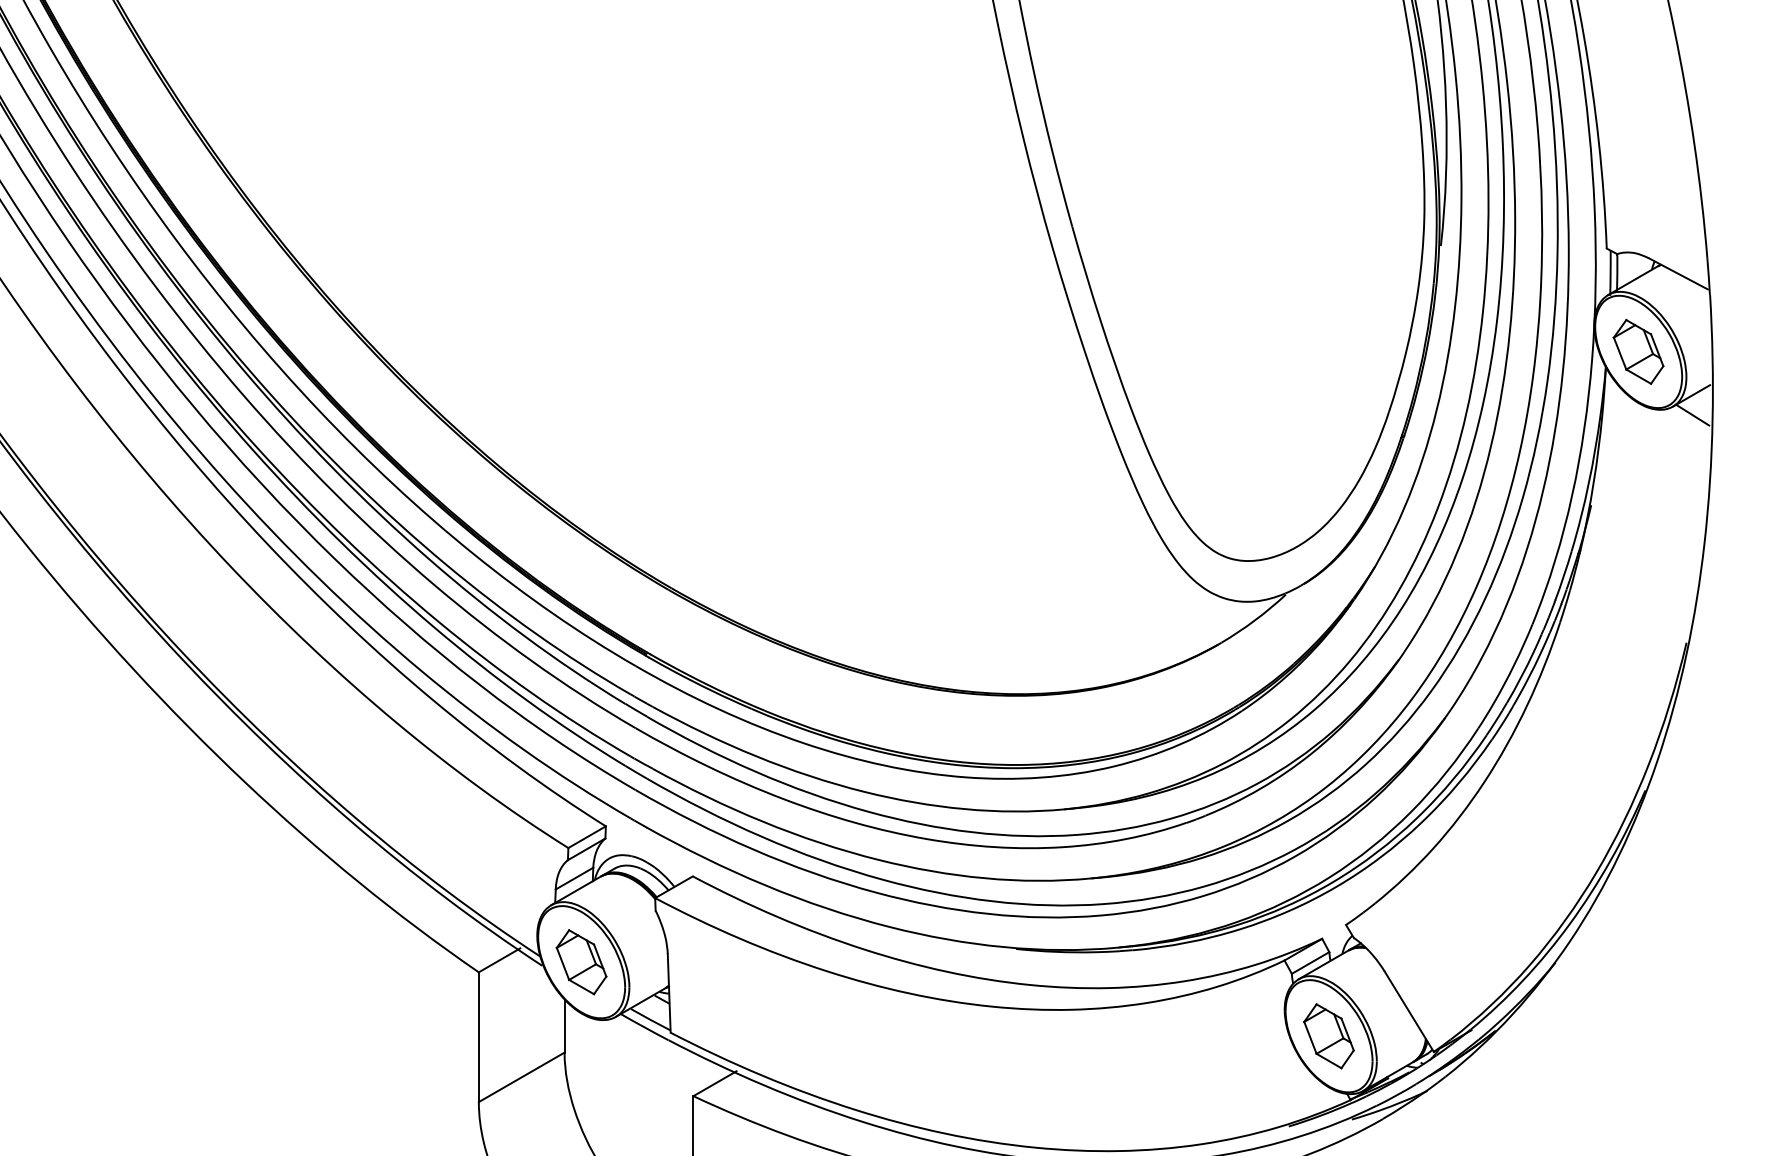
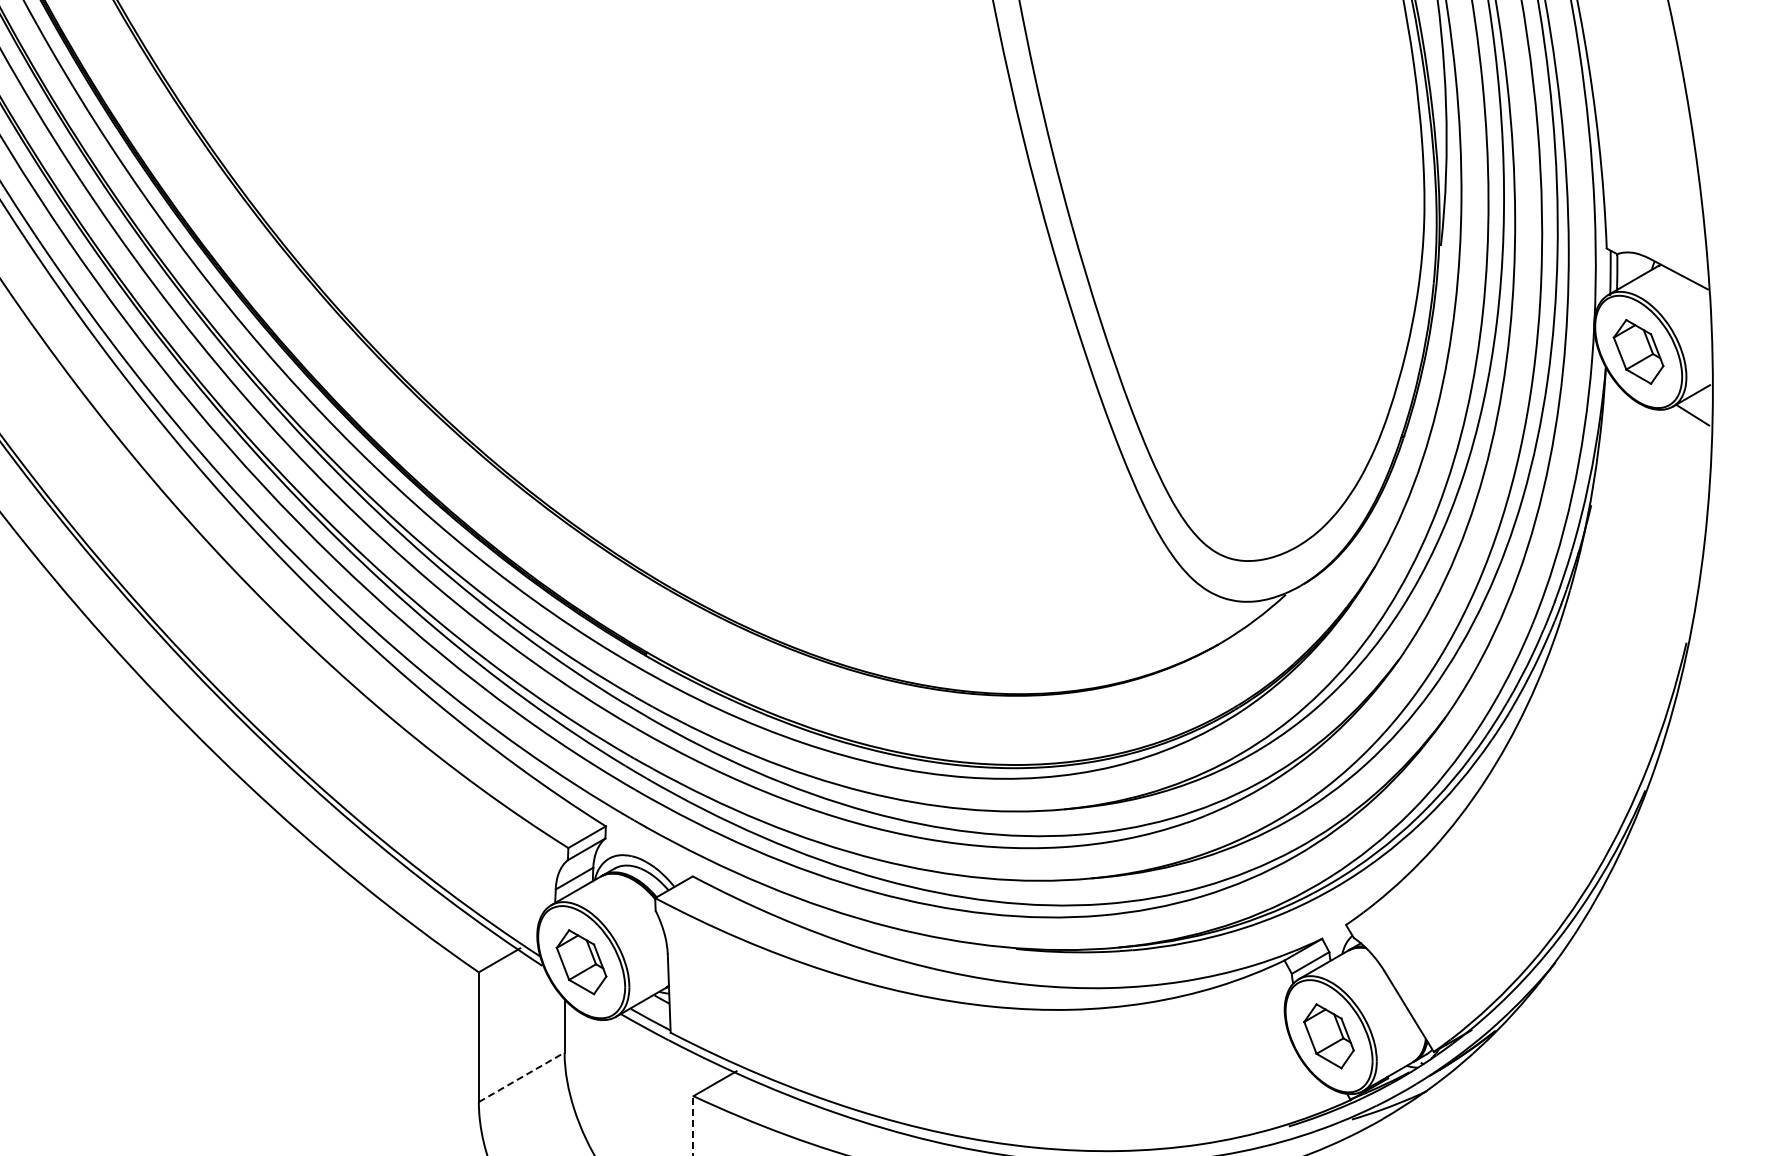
line at (522, 1077): solid -> dashed
line at (693, 1125): solid -> dashed
